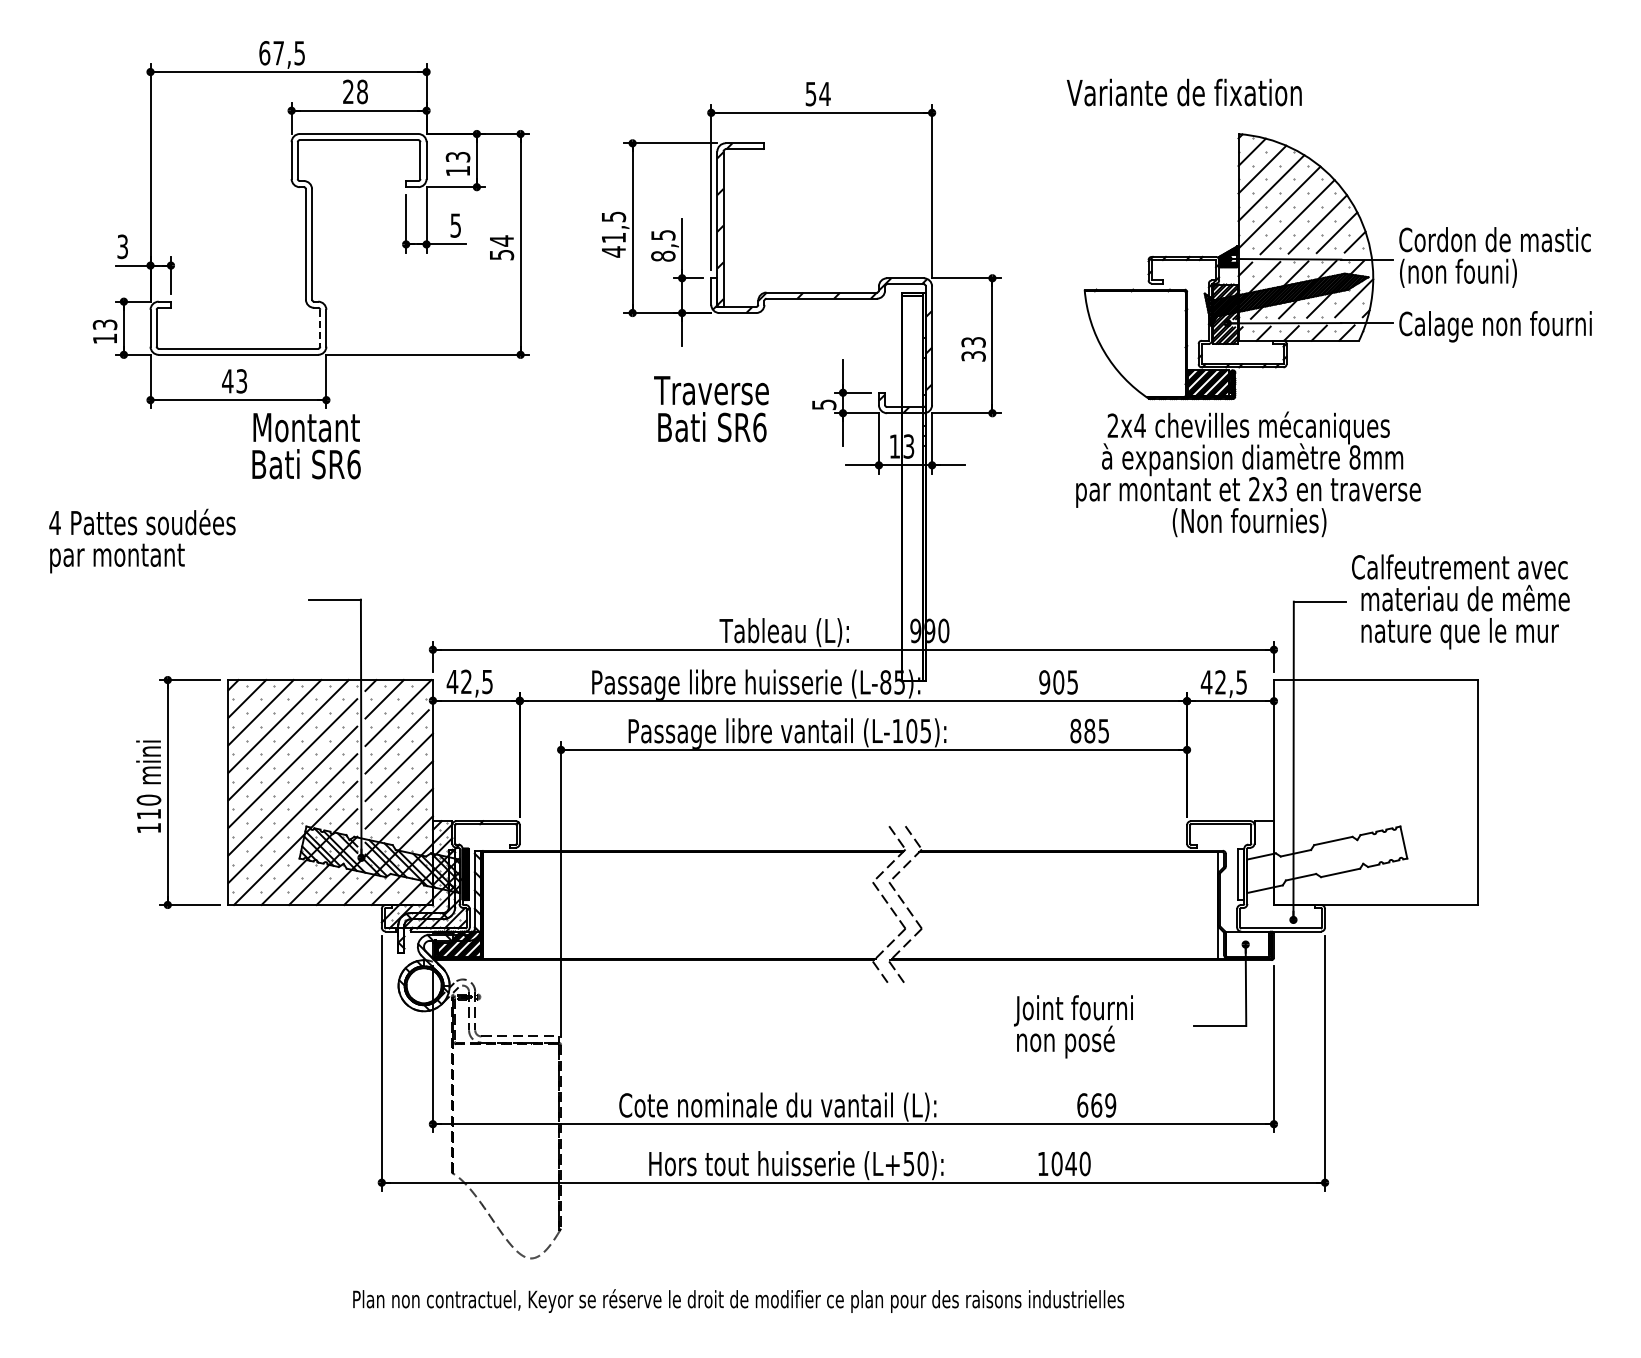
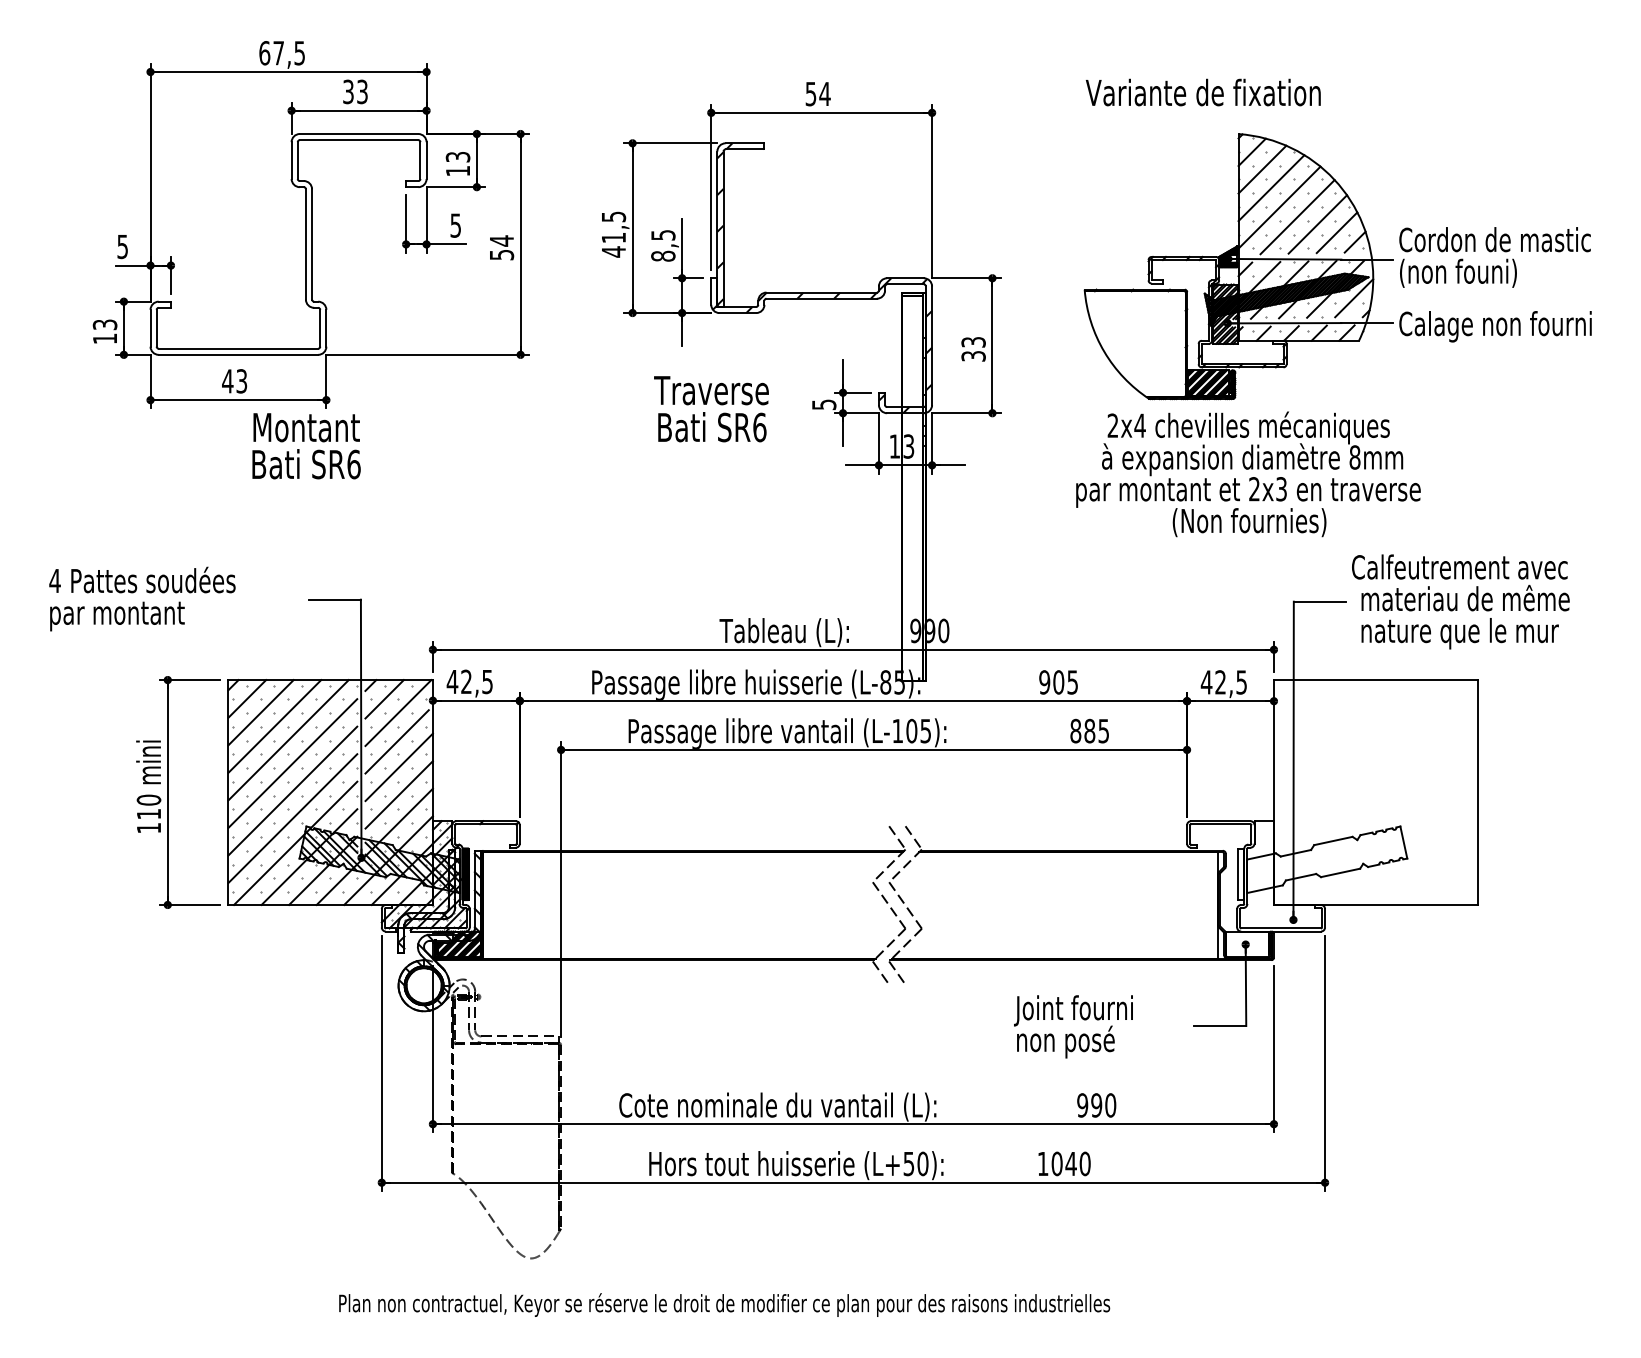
text at (355, 91): 28 -> 33
text at (1183, 92) position: (1183, 92) -> (1202, 92)
text at (122, 246): 3 -> 5
line at (320, 328): dashed -> solid
text at (142, 540) position: (142, 540) -> (142, 598)
text at (1096, 1105): 669 -> 990
text at (738, 1300) position: (738, 1300) -> (724, 1304)
